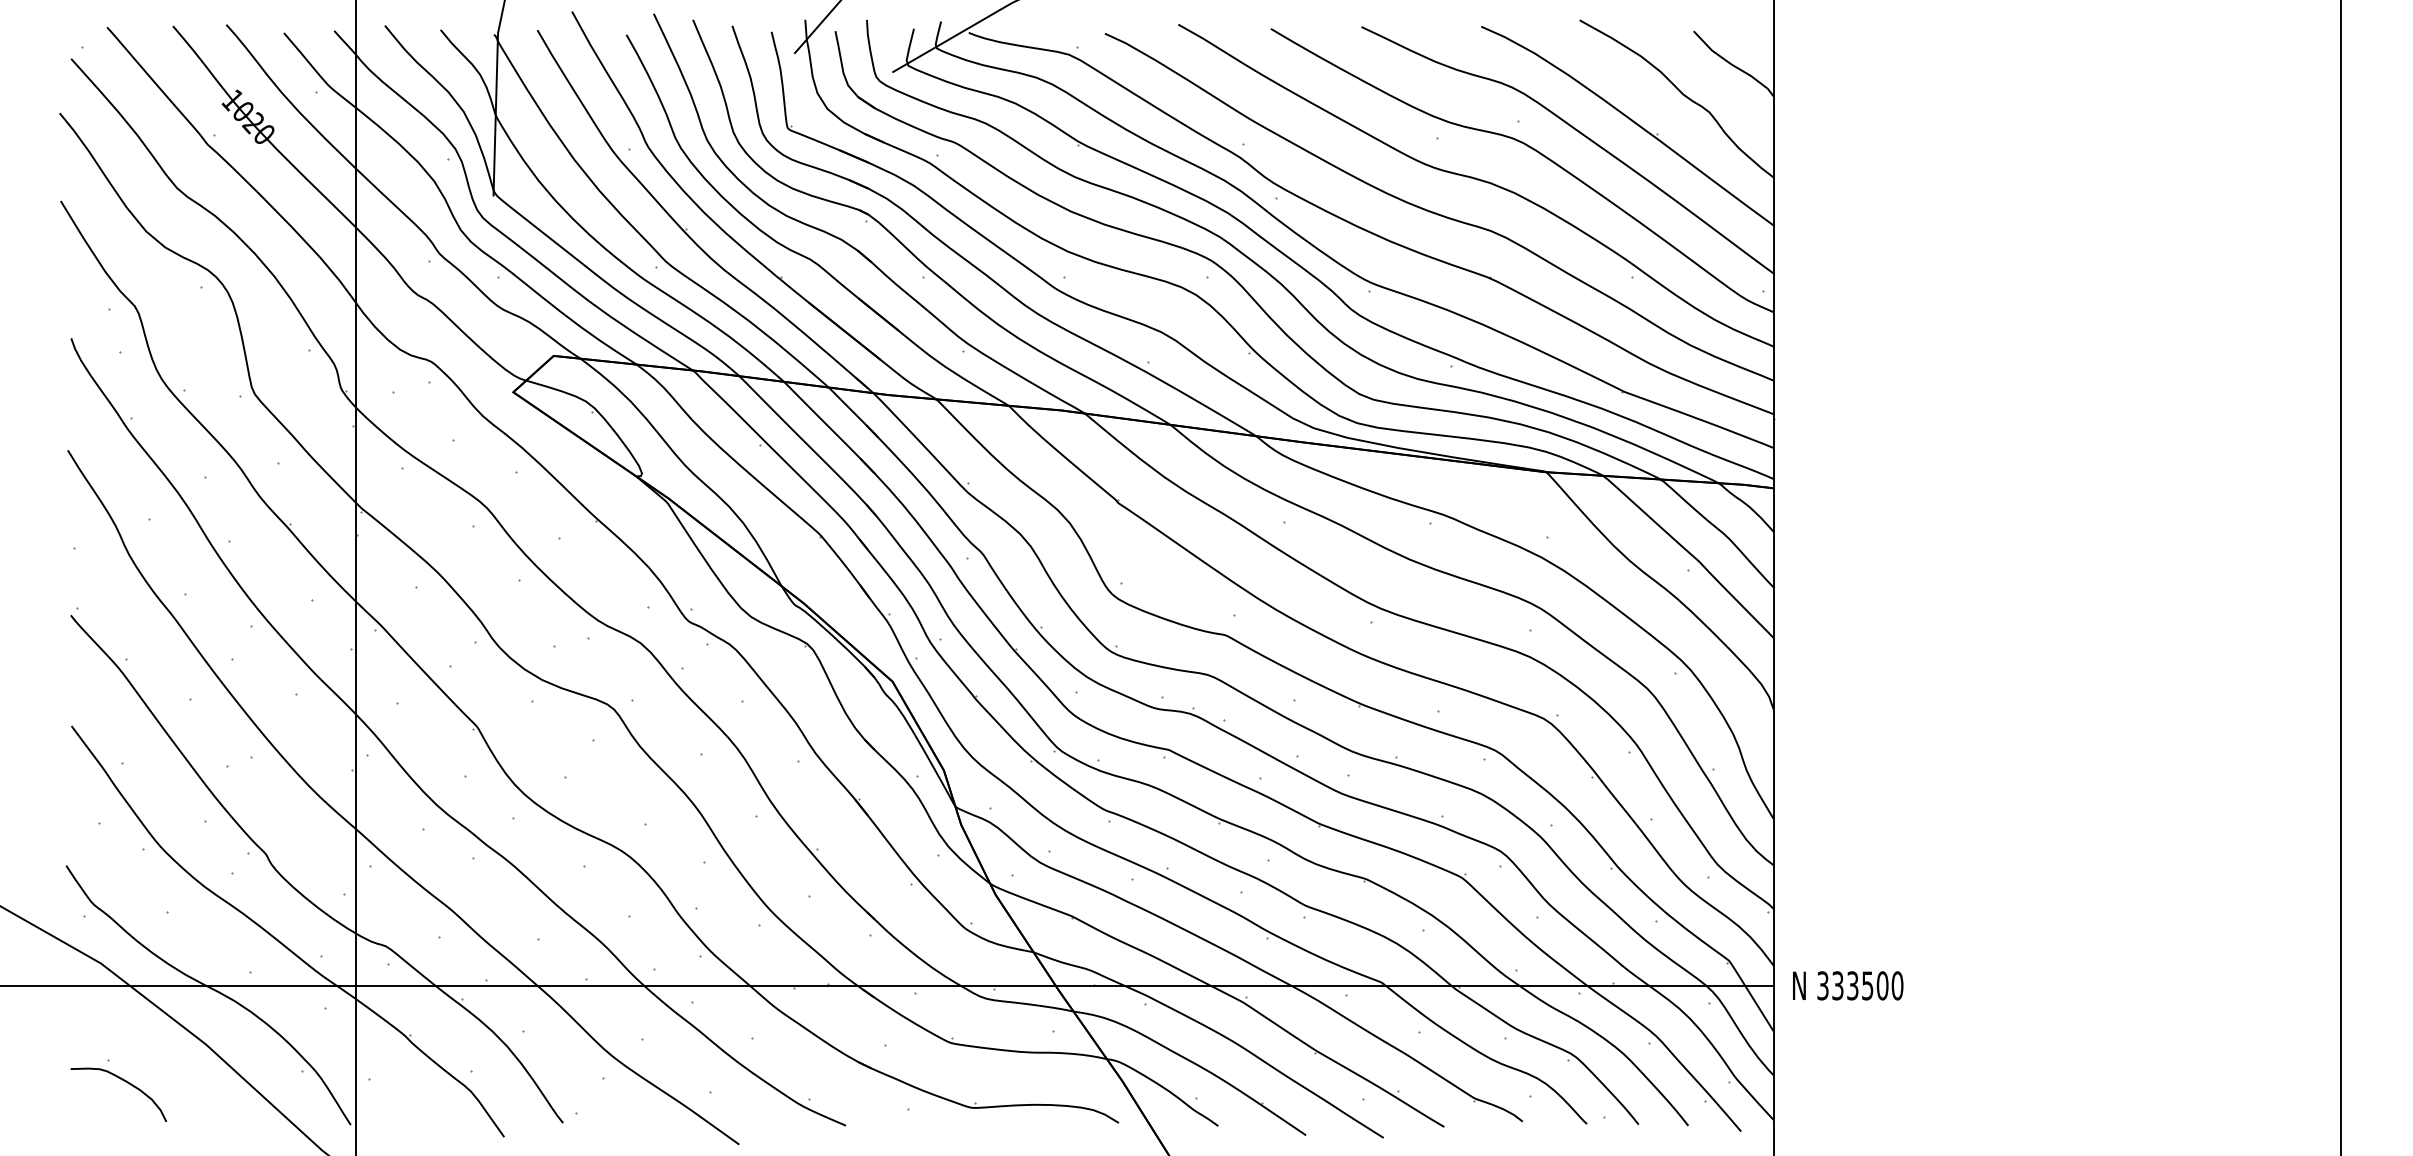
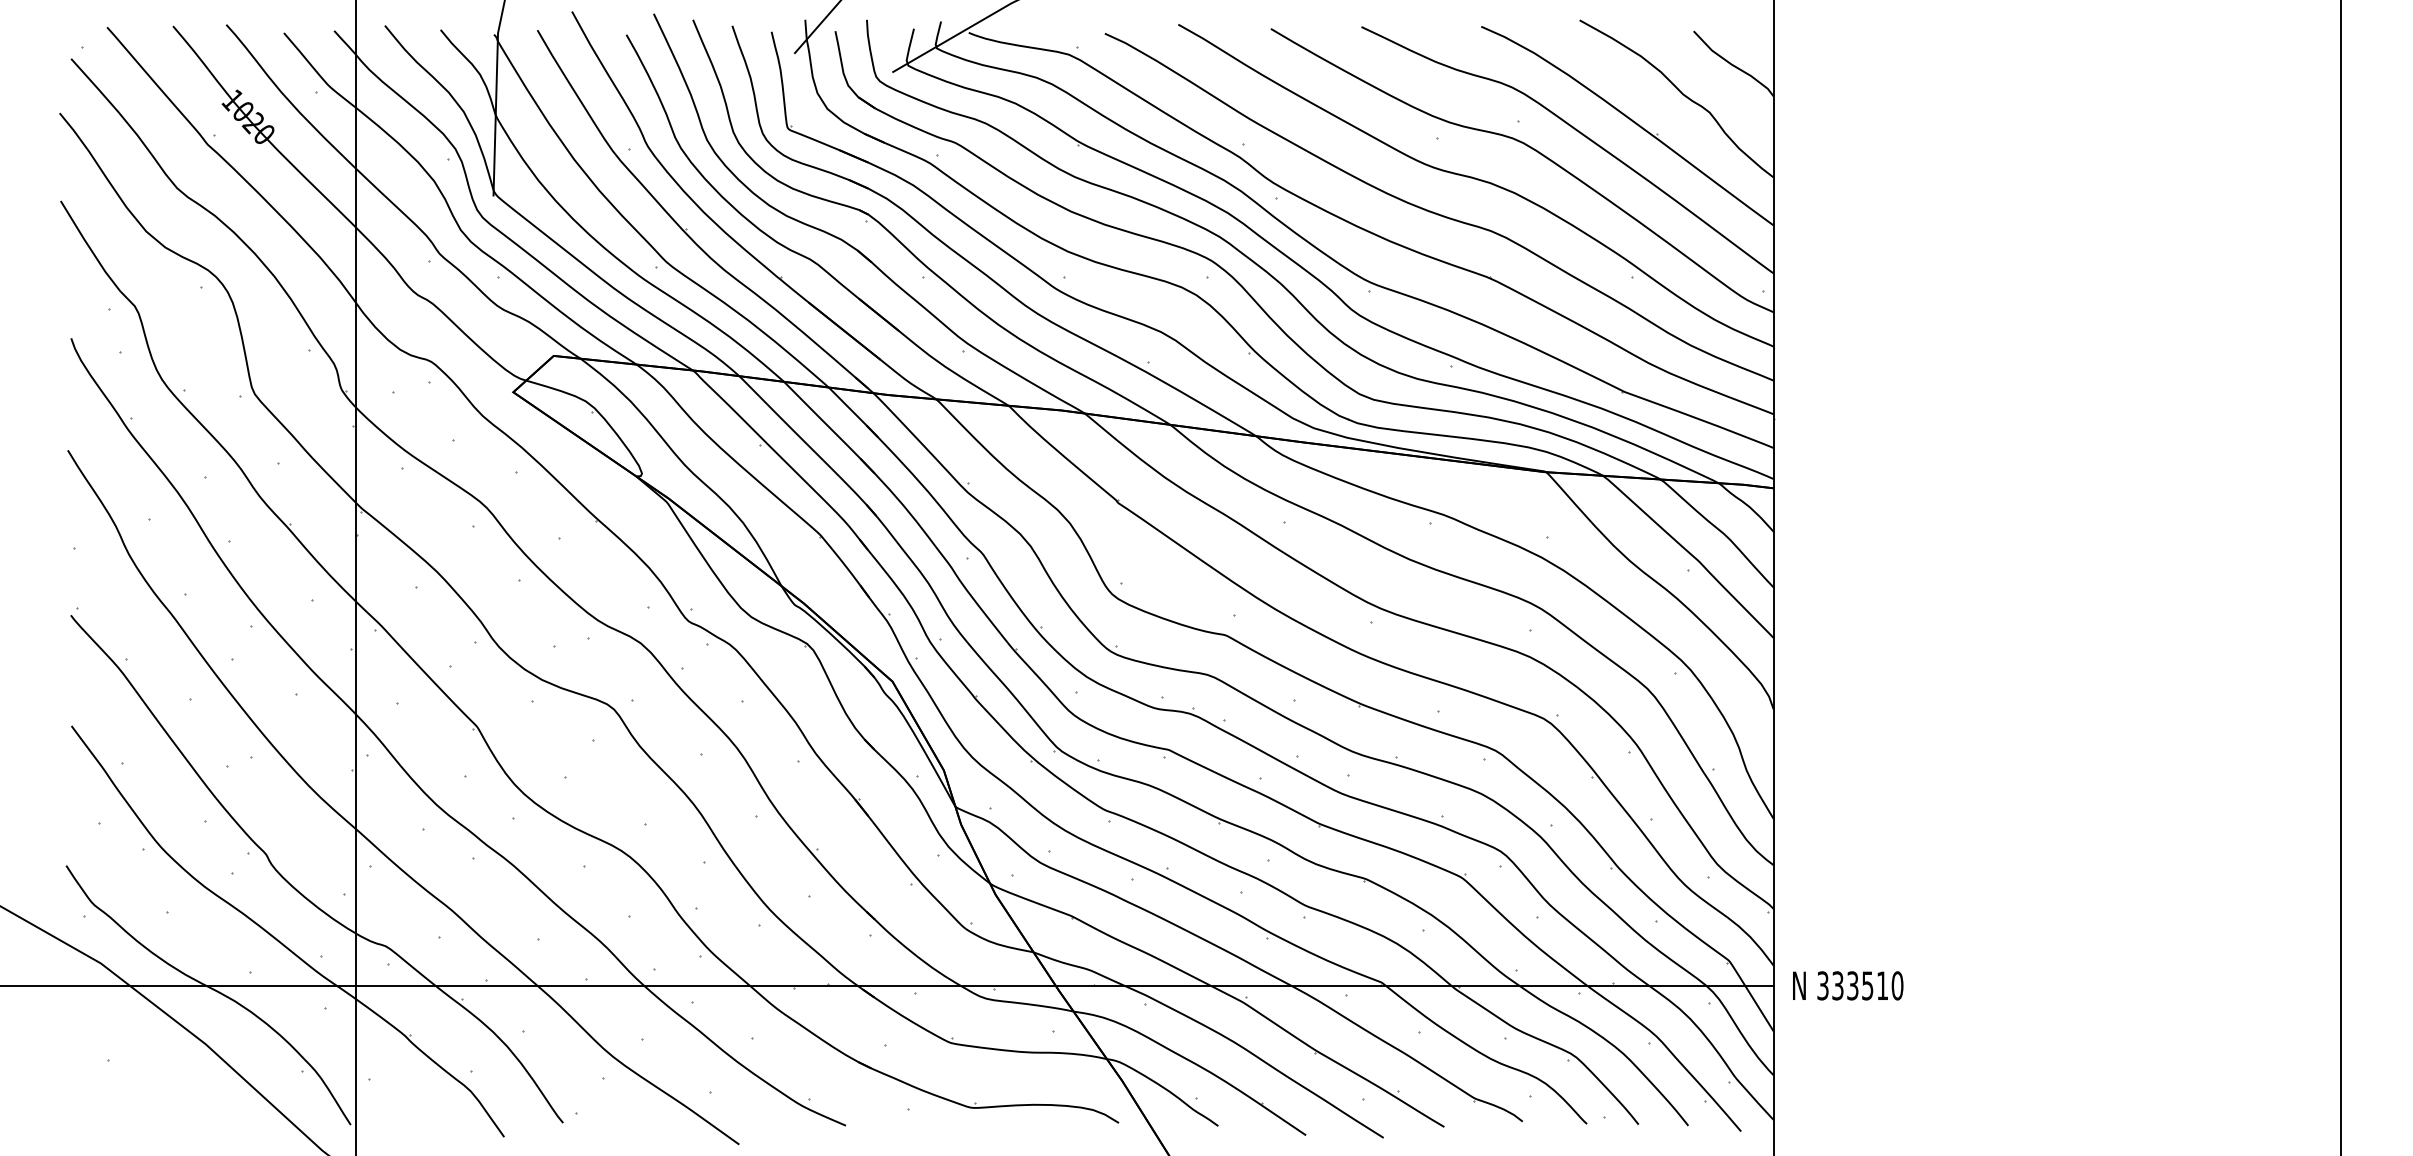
text at (1882, 985): 333500 -> 333510
curve at (125, 1082): present -> none
